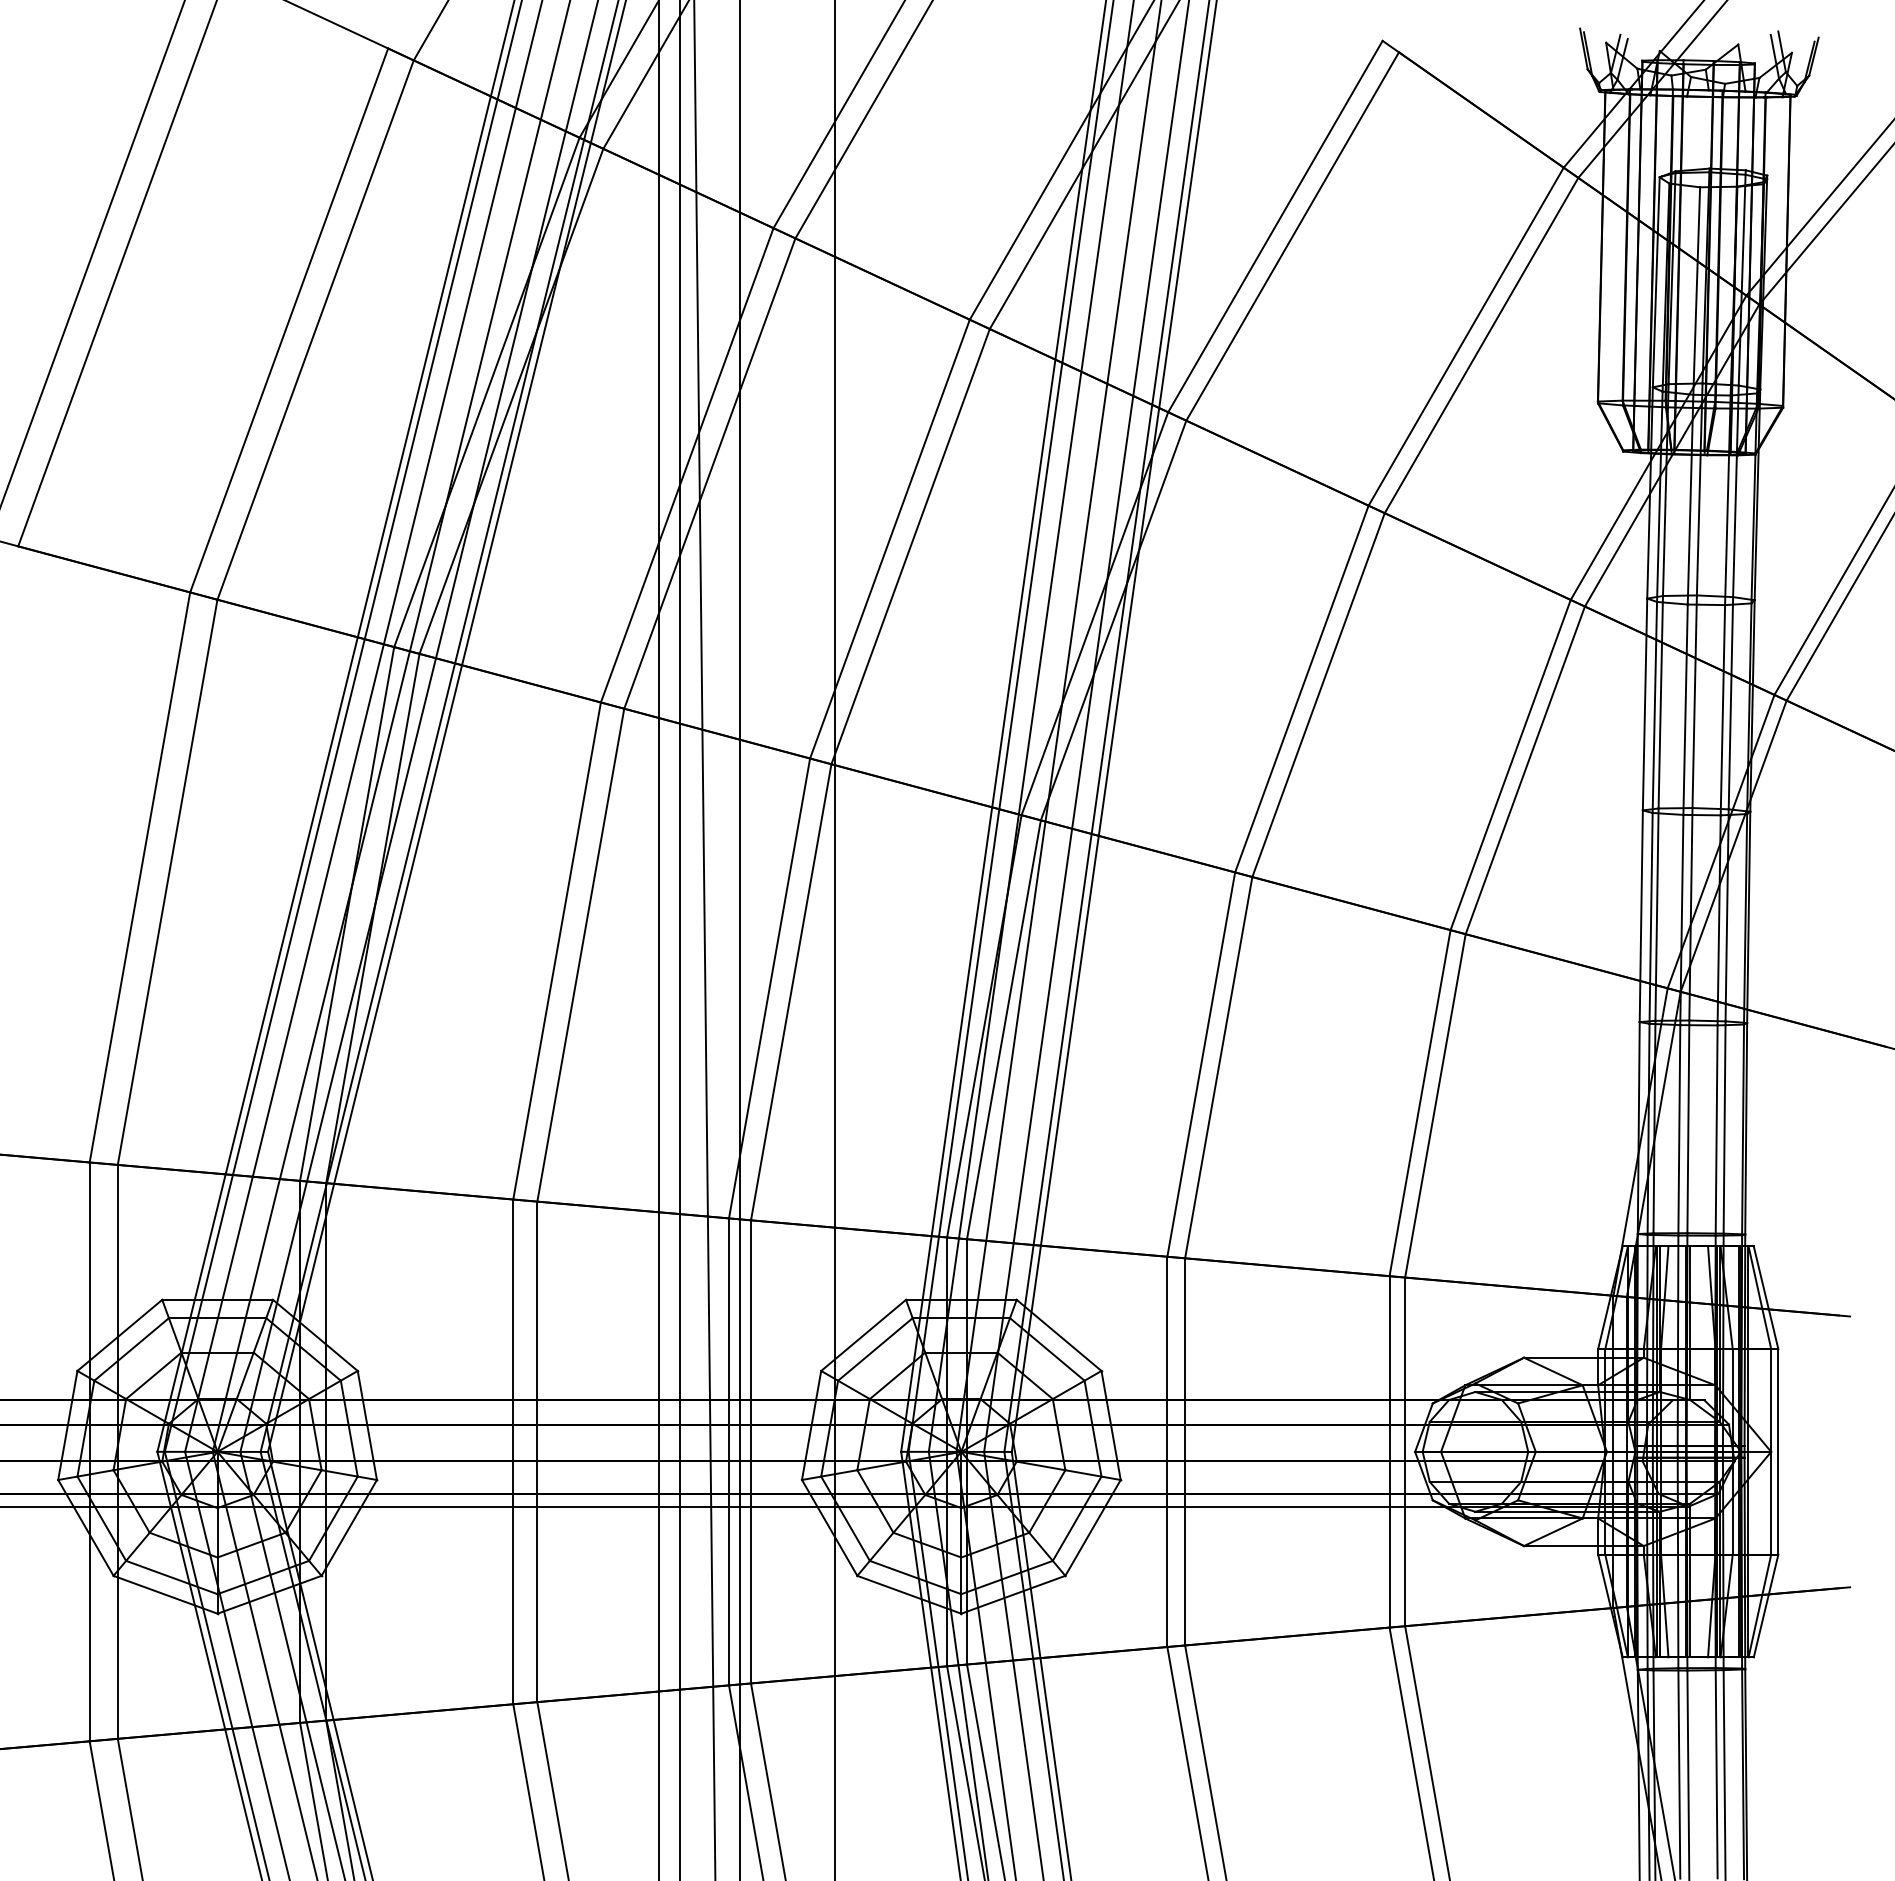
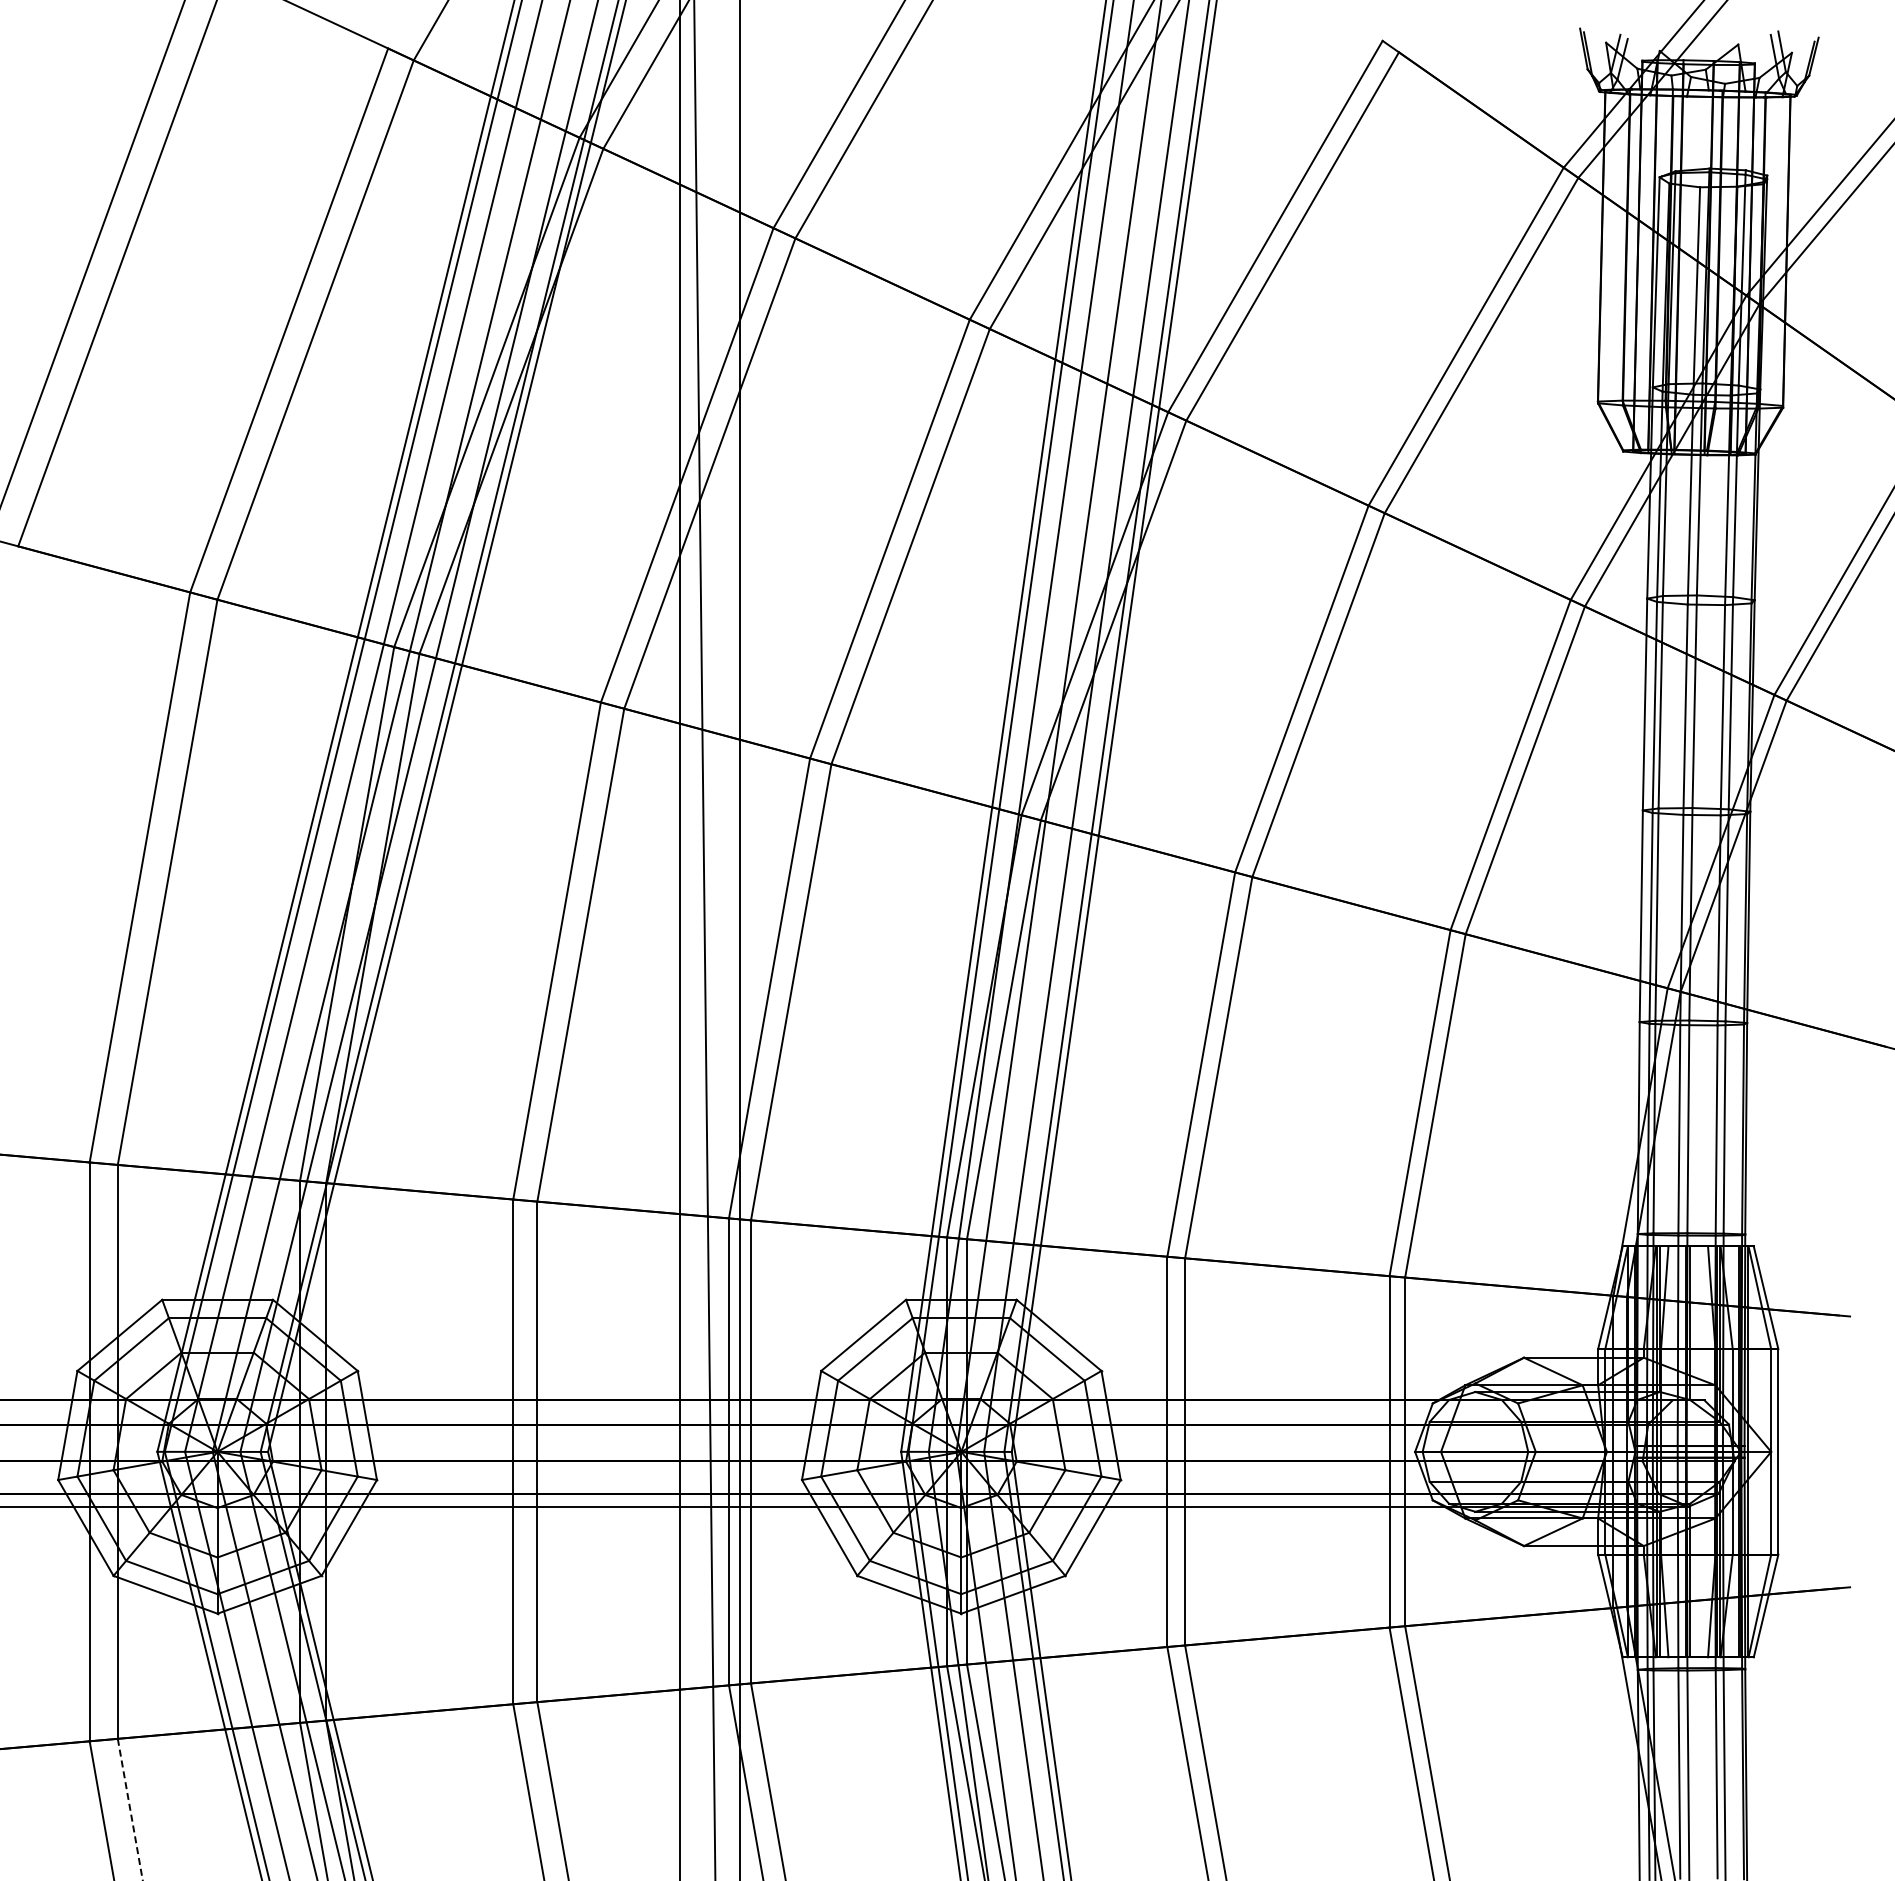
line at (659, 939): present -> none
line at (834, 939): present -> none
line at (130, 1809): solid -> dashed
